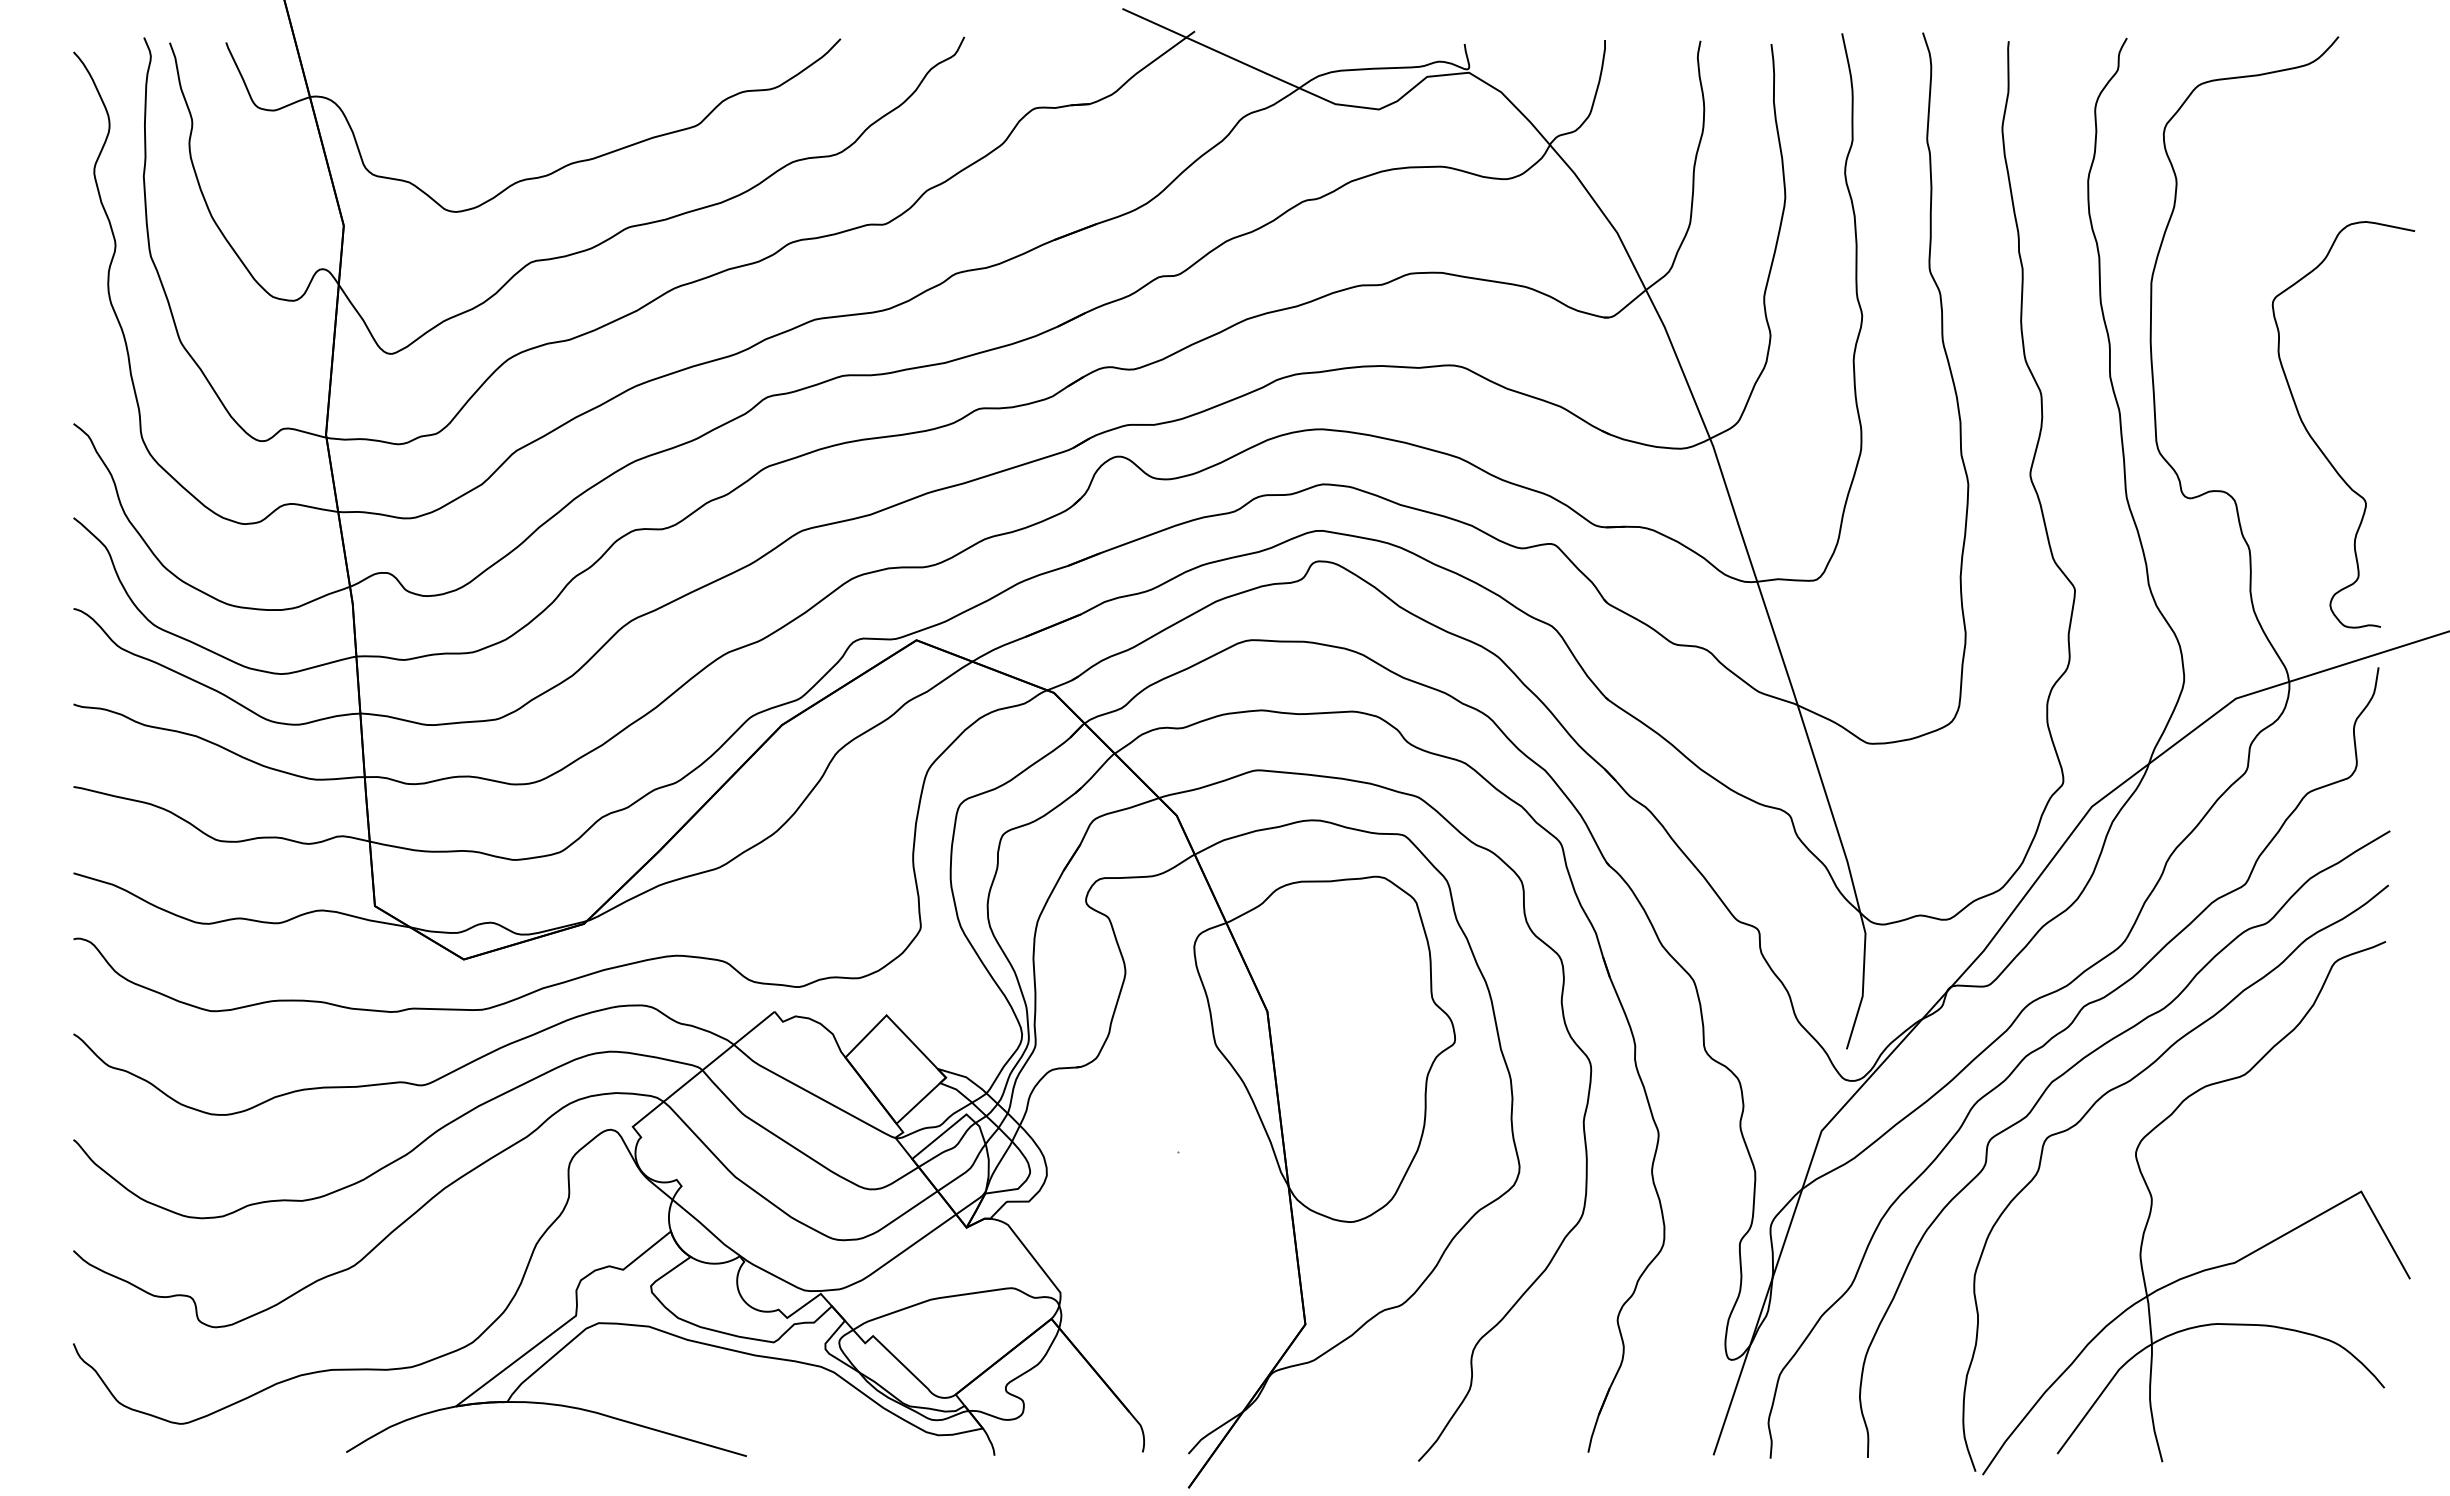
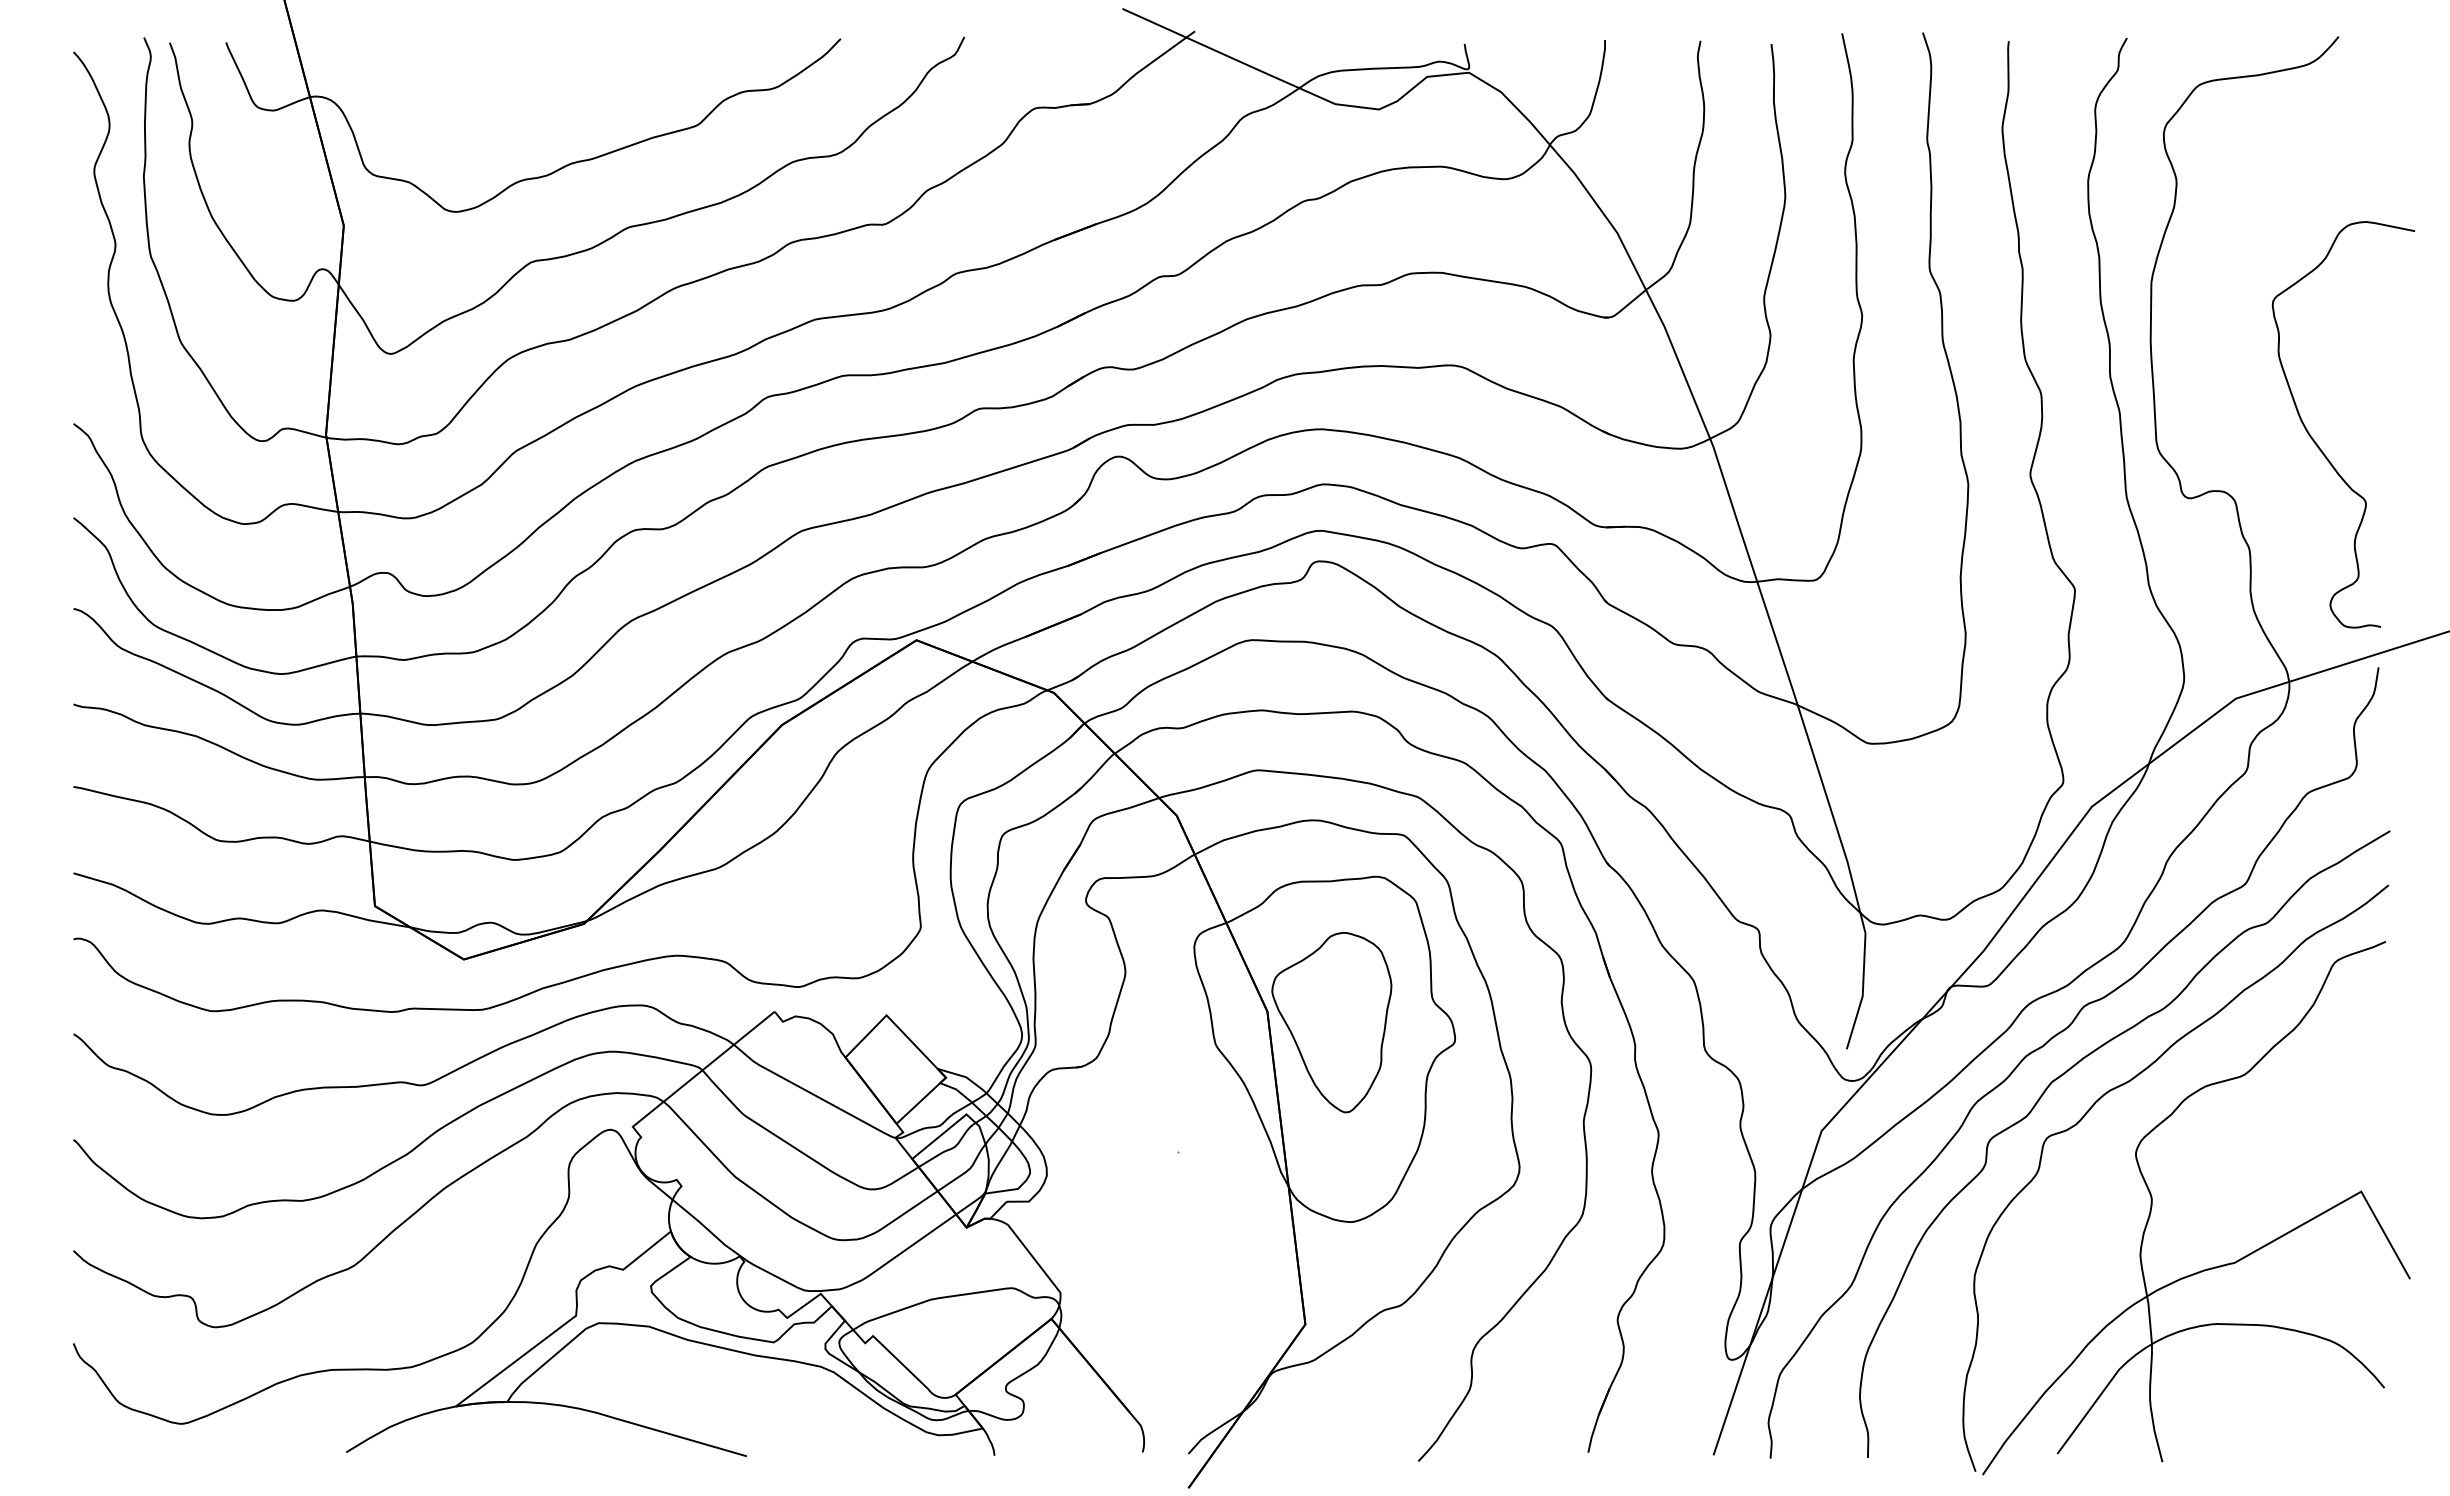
part at (1331, 1022): none -> present
